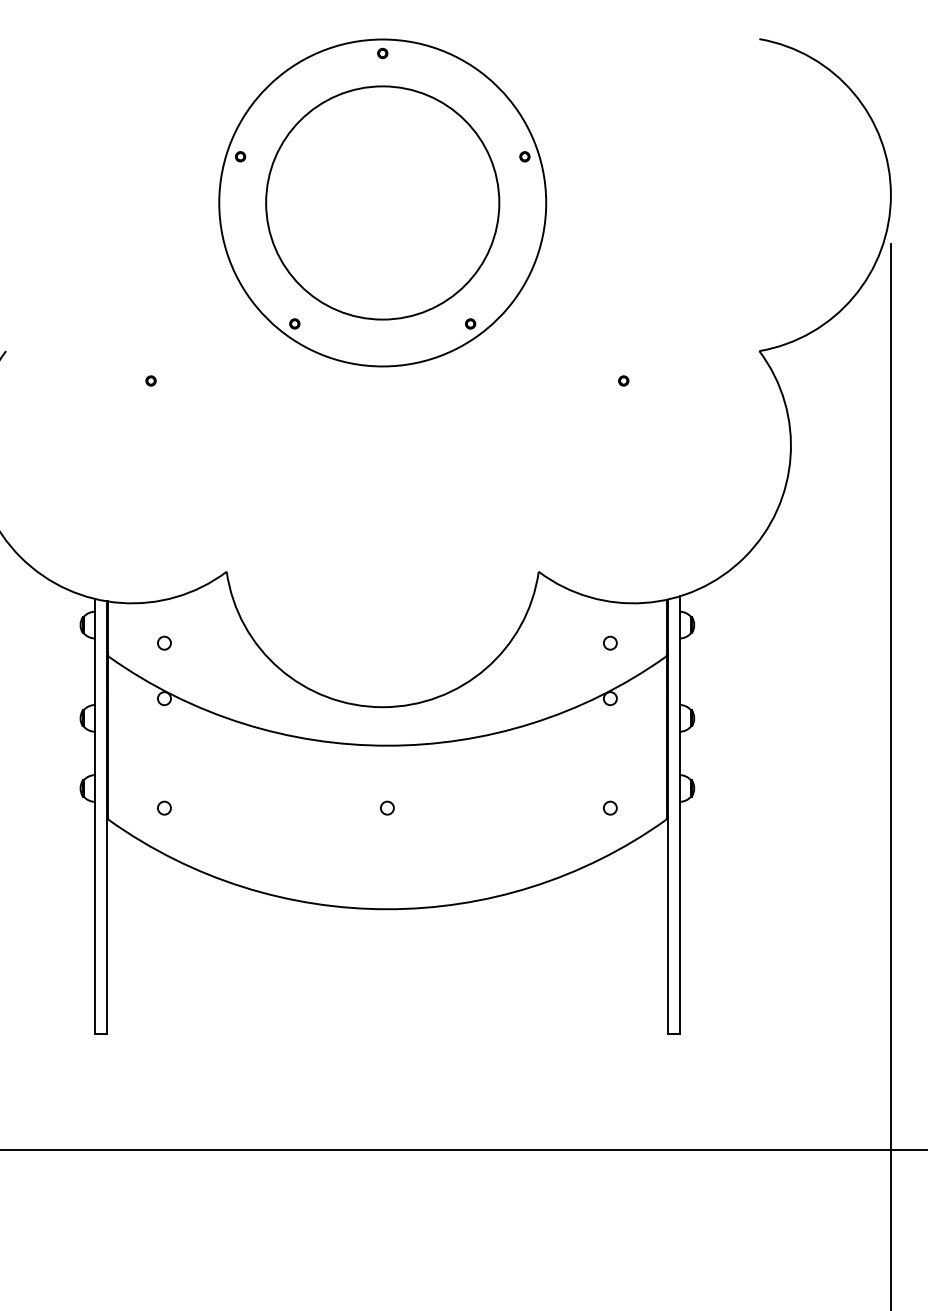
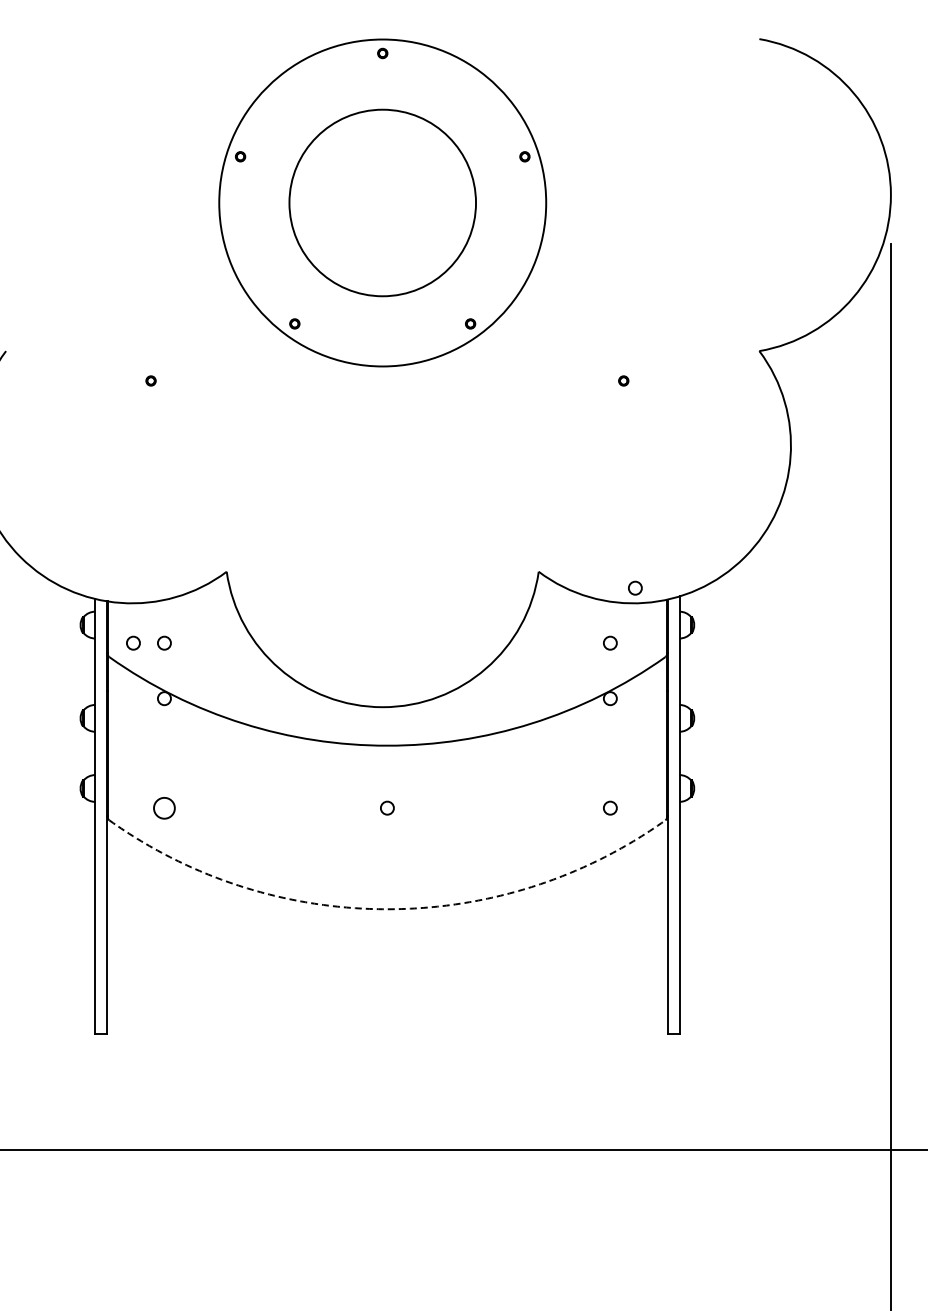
circle at (382, 202) diameter: 233 px -> 187 px
circle at (635, 587): none -> present
circle at (133, 642): none -> present
circle at (164, 807) size: 15x16 px -> 23x23 px
arc at (387, 909): solid -> dashed
